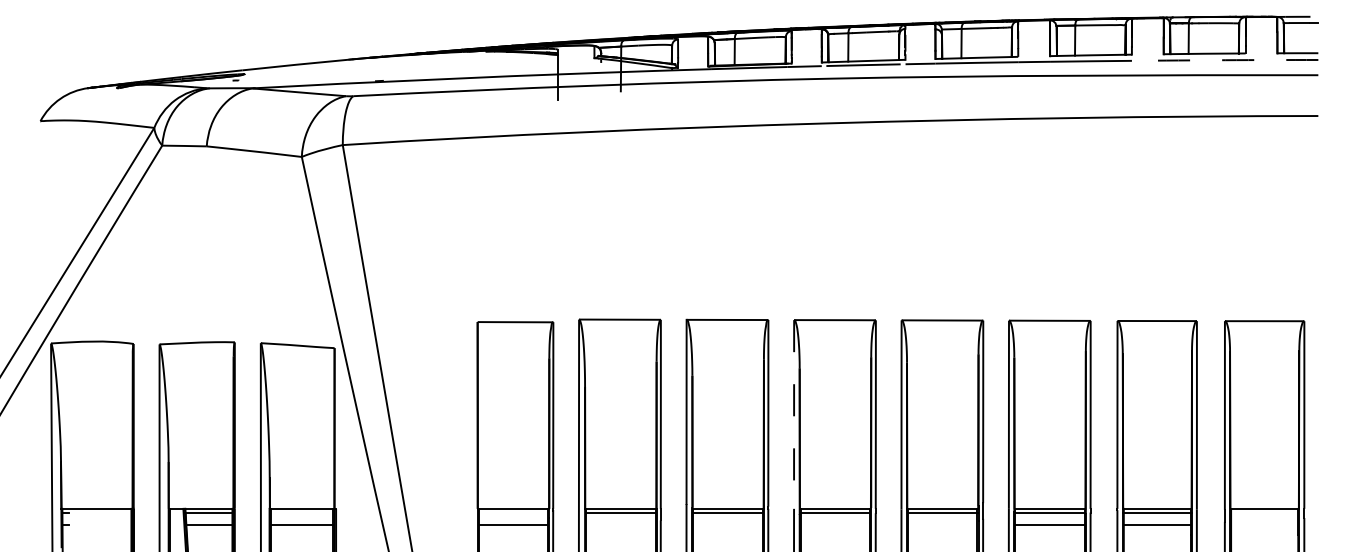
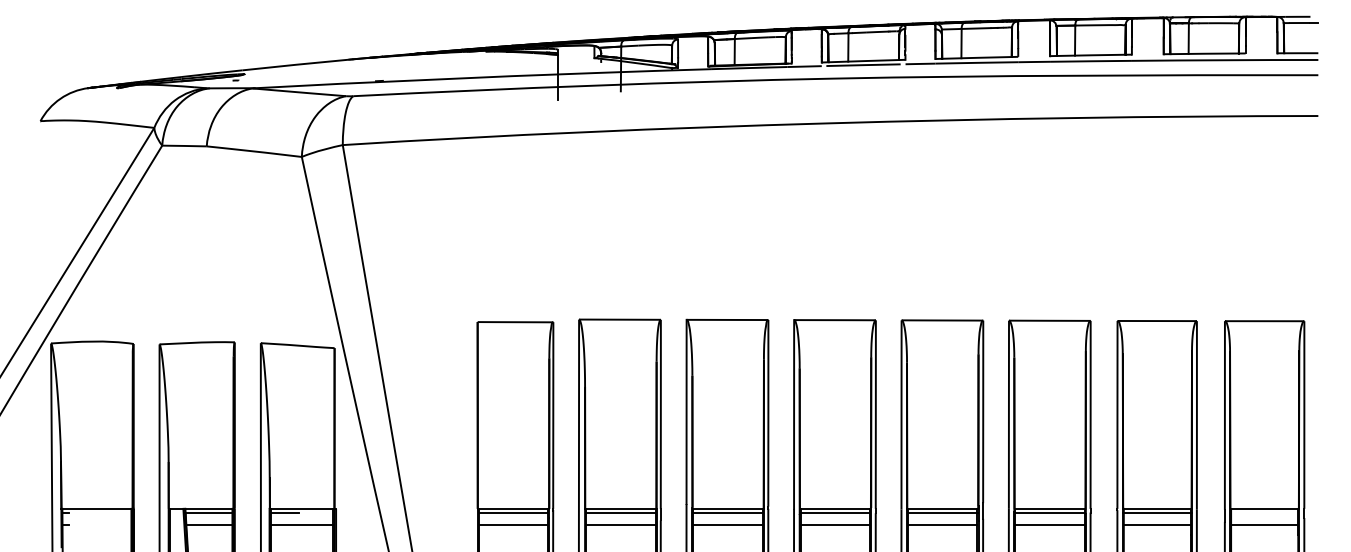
arc at (1225, 60): dashed -> solid
line at (794, 414): dashed -> solid
line at (284, 513): none -> present
line at (513, 513): none -> present
line at (620, 525): none -> present
line at (727, 525): none -> present
line at (835, 525): none -> present
line at (942, 525): none -> present
line at (1264, 525): none -> present
